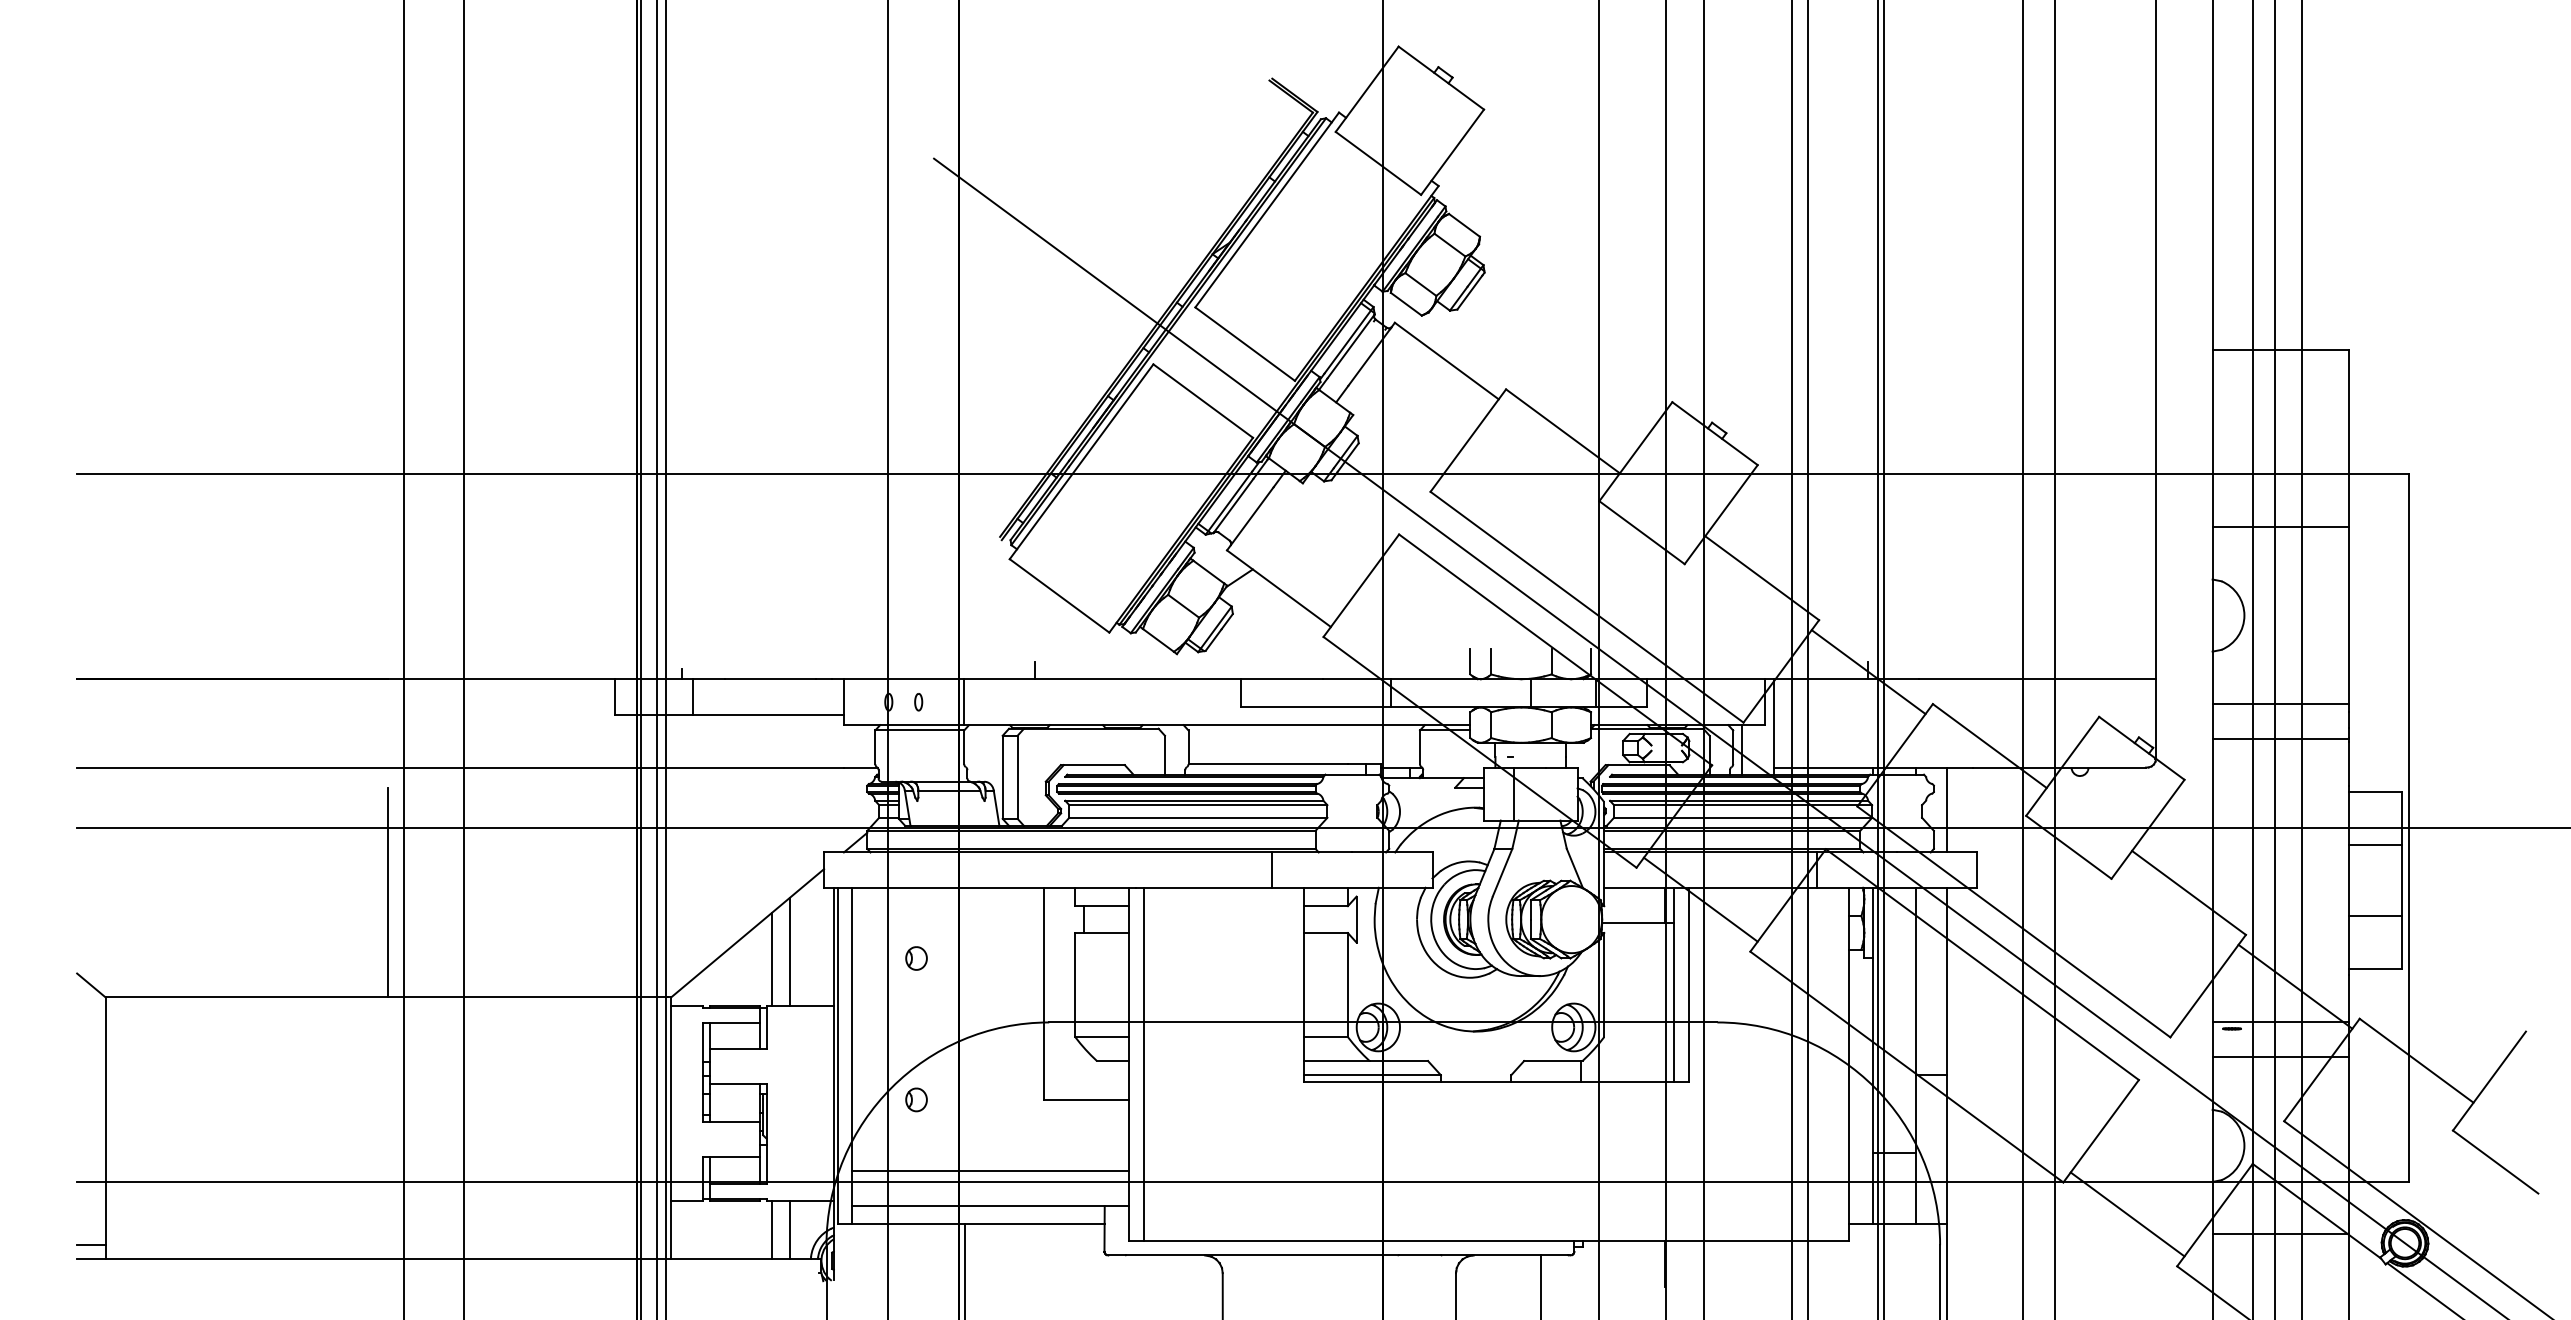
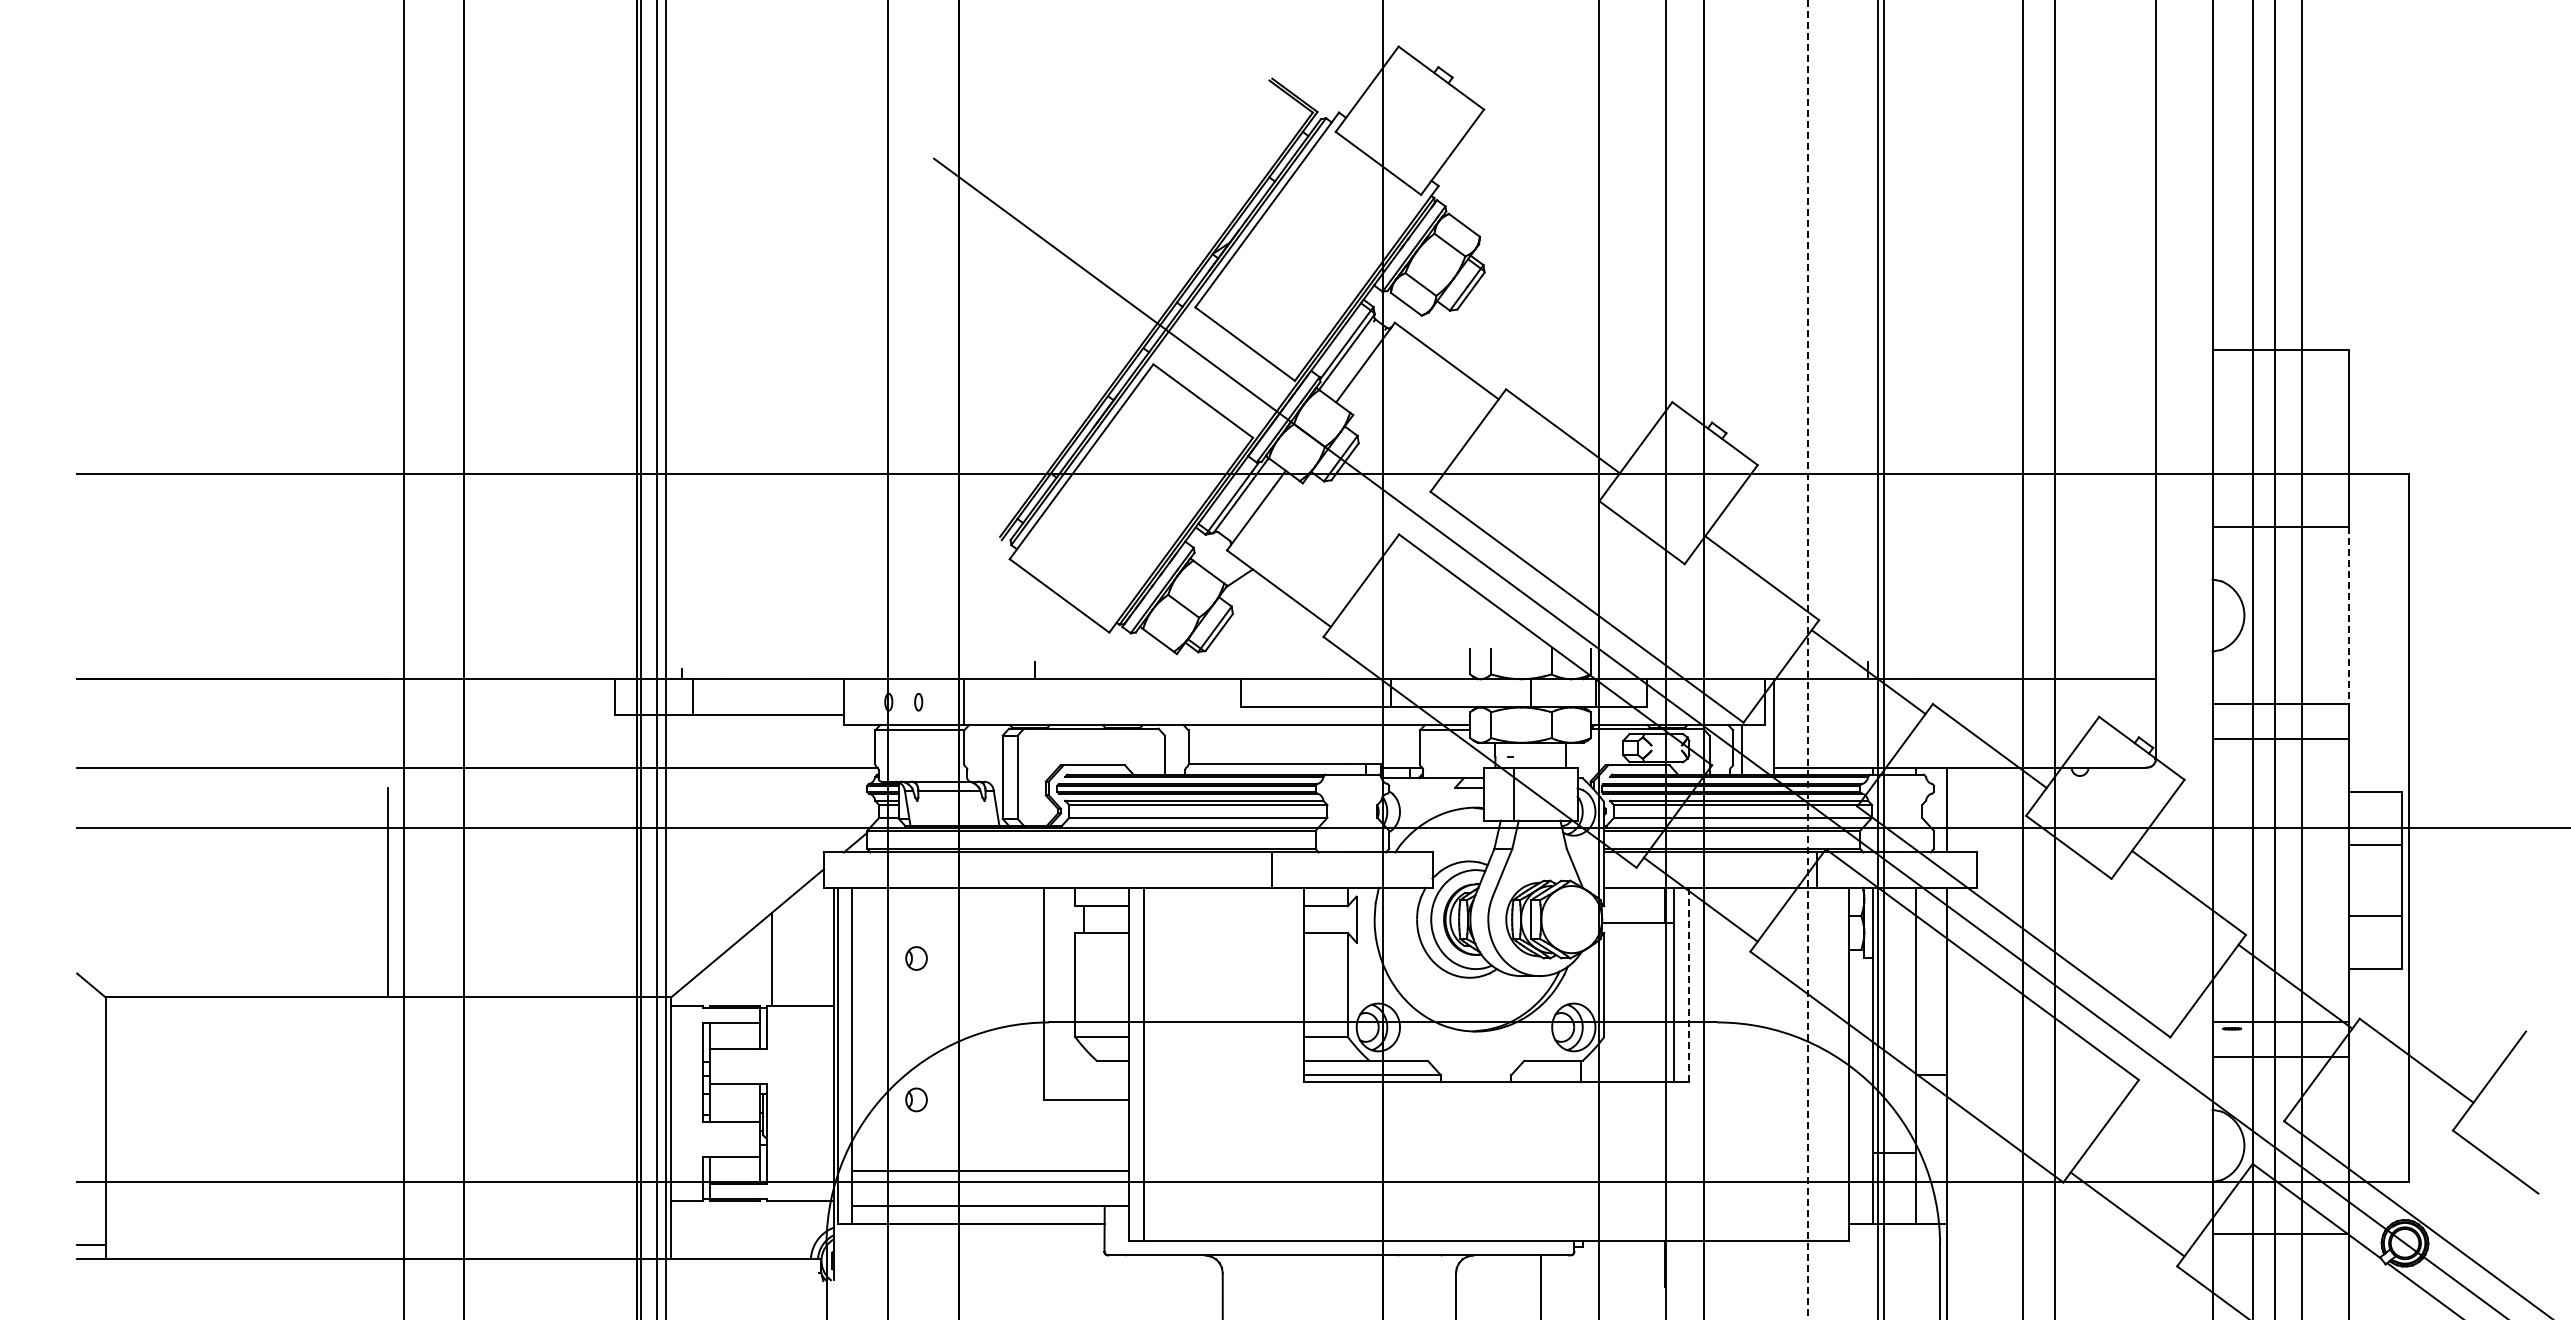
line at (2348, 616): solid -> dashed
line at (1807, 658): solid -> dashed
line at (1791, 659): present -> none
line at (789, 952): present -> none
line at (1688, 985): solid -> dashed
line at (771, 1229): present -> none
line at (789, 1229): present -> none
line at (964, 1269): present -> none
